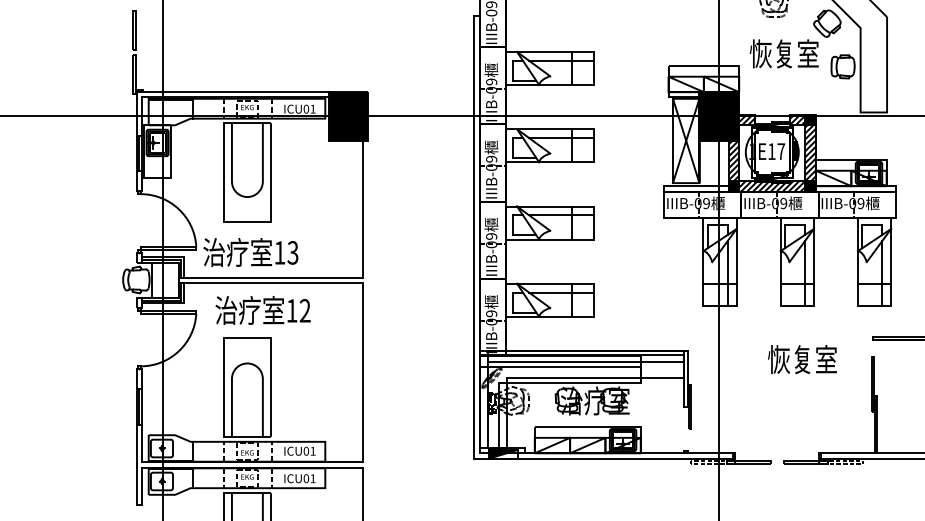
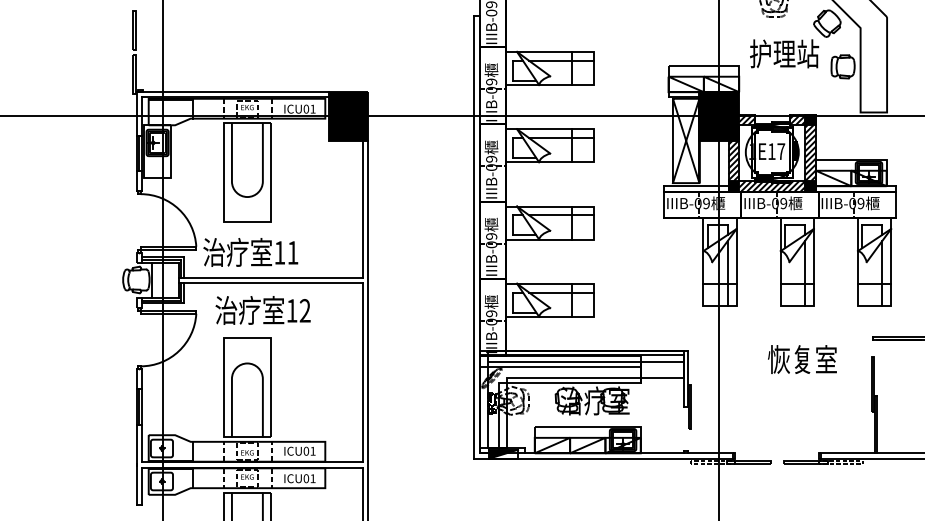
text at (784, 53): 恢复室 -> 护理站
text at (292, 252): 13 -> 11
line at (368, 328): none -> present
